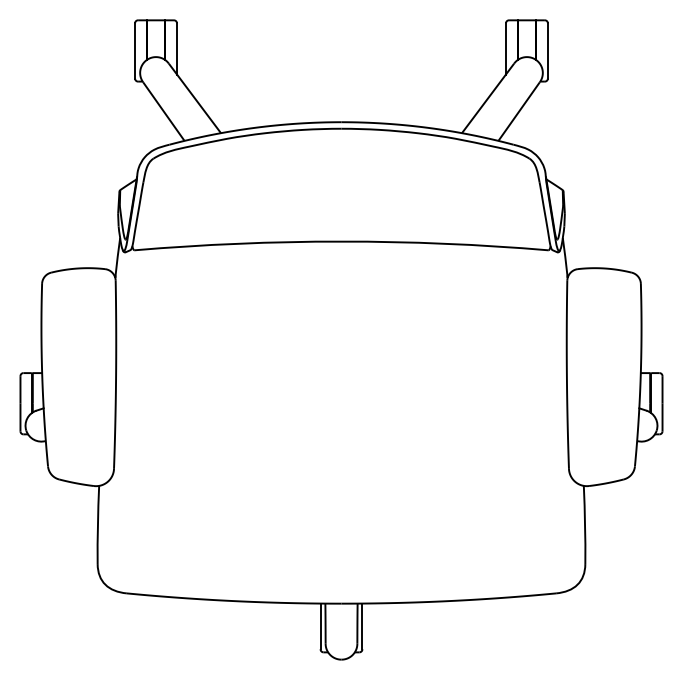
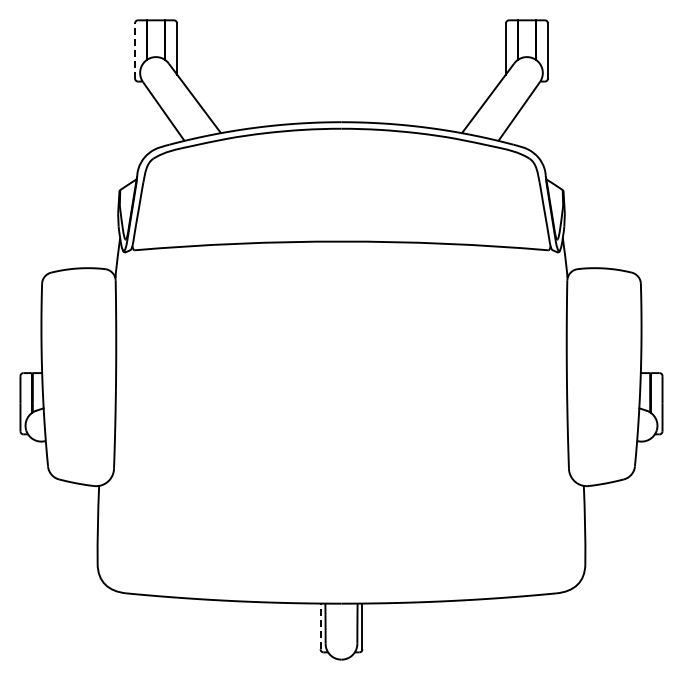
line at (135, 50): solid -> dashed
line at (320, 626): solid -> dashed
